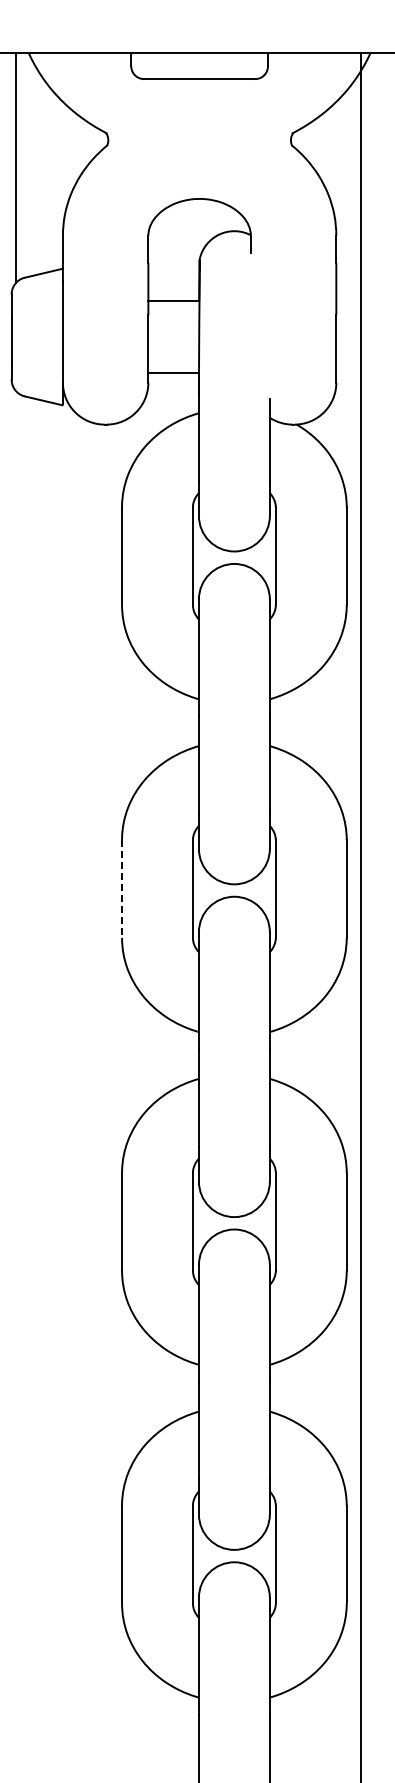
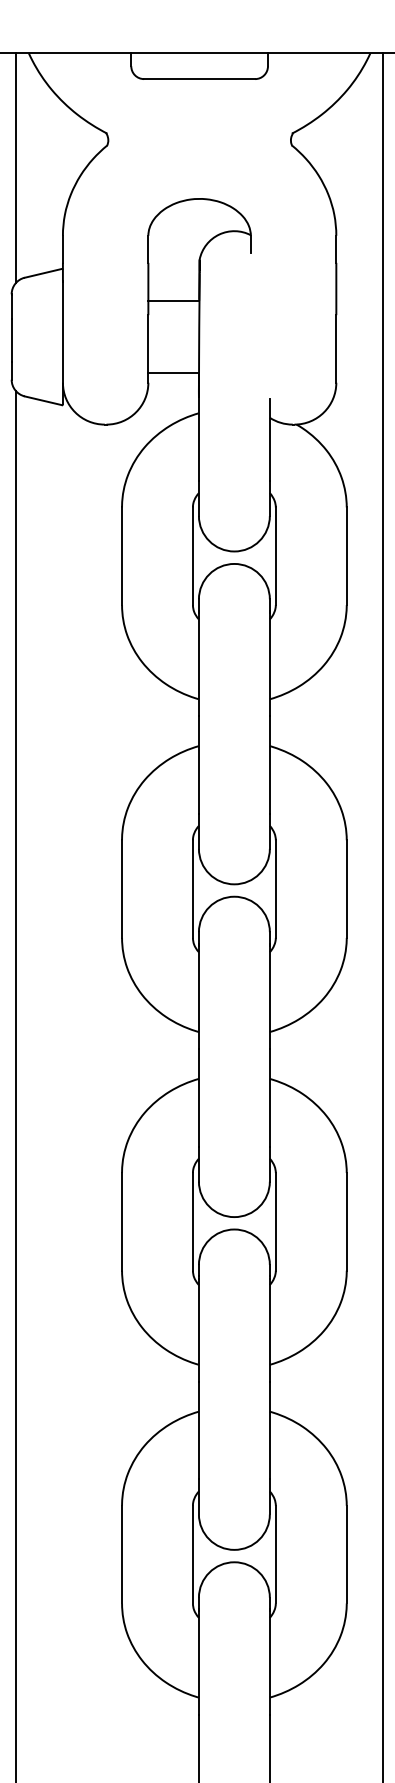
line at (122, 889): dashed -> solid
line at (361, 916) position: (361, 916) -> (383, 916)
line at (15, 1085): none -> present
